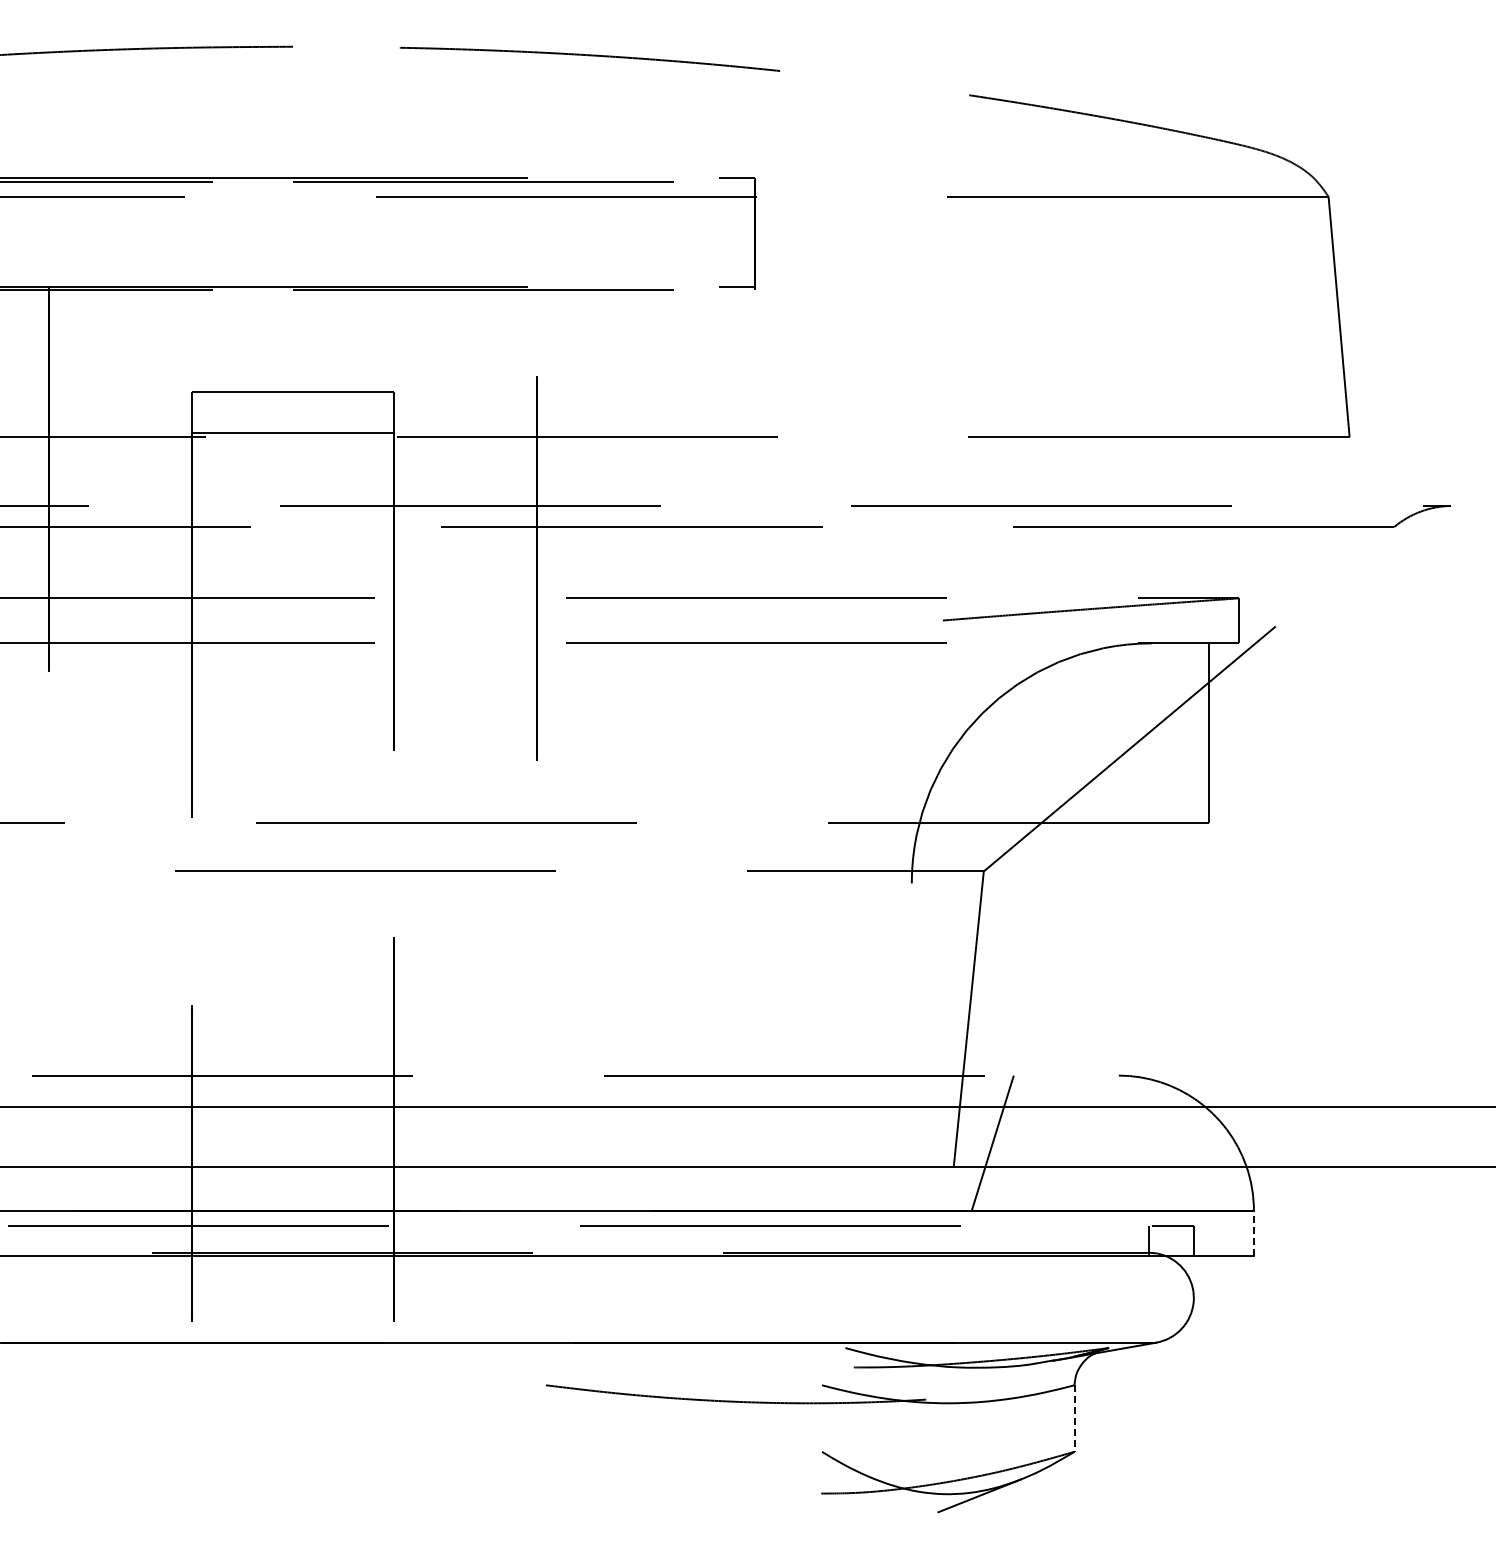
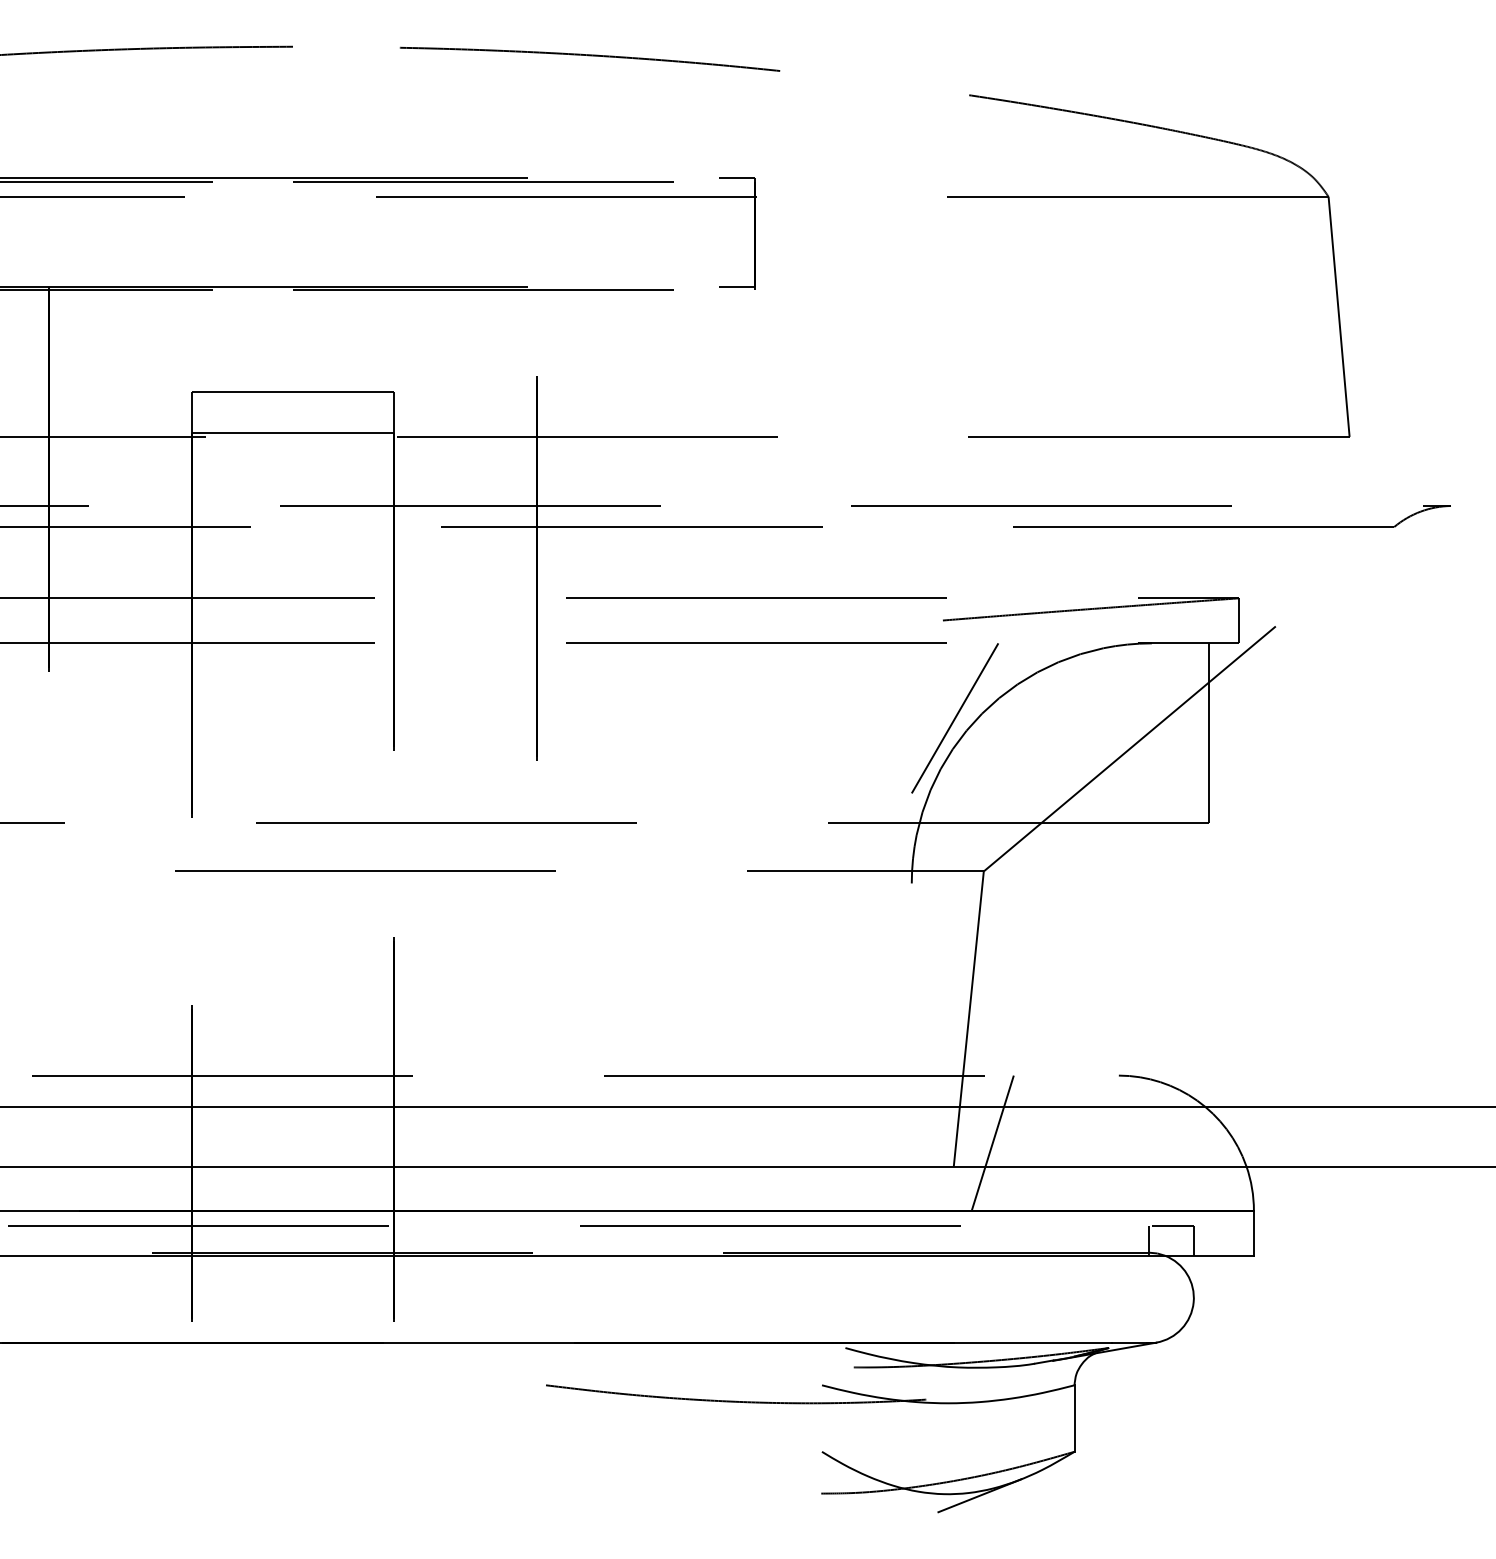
line at (954, 718): none -> present
line at (1253, 1233): dashed -> solid
line at (1074, 1419): dashed -> solid
